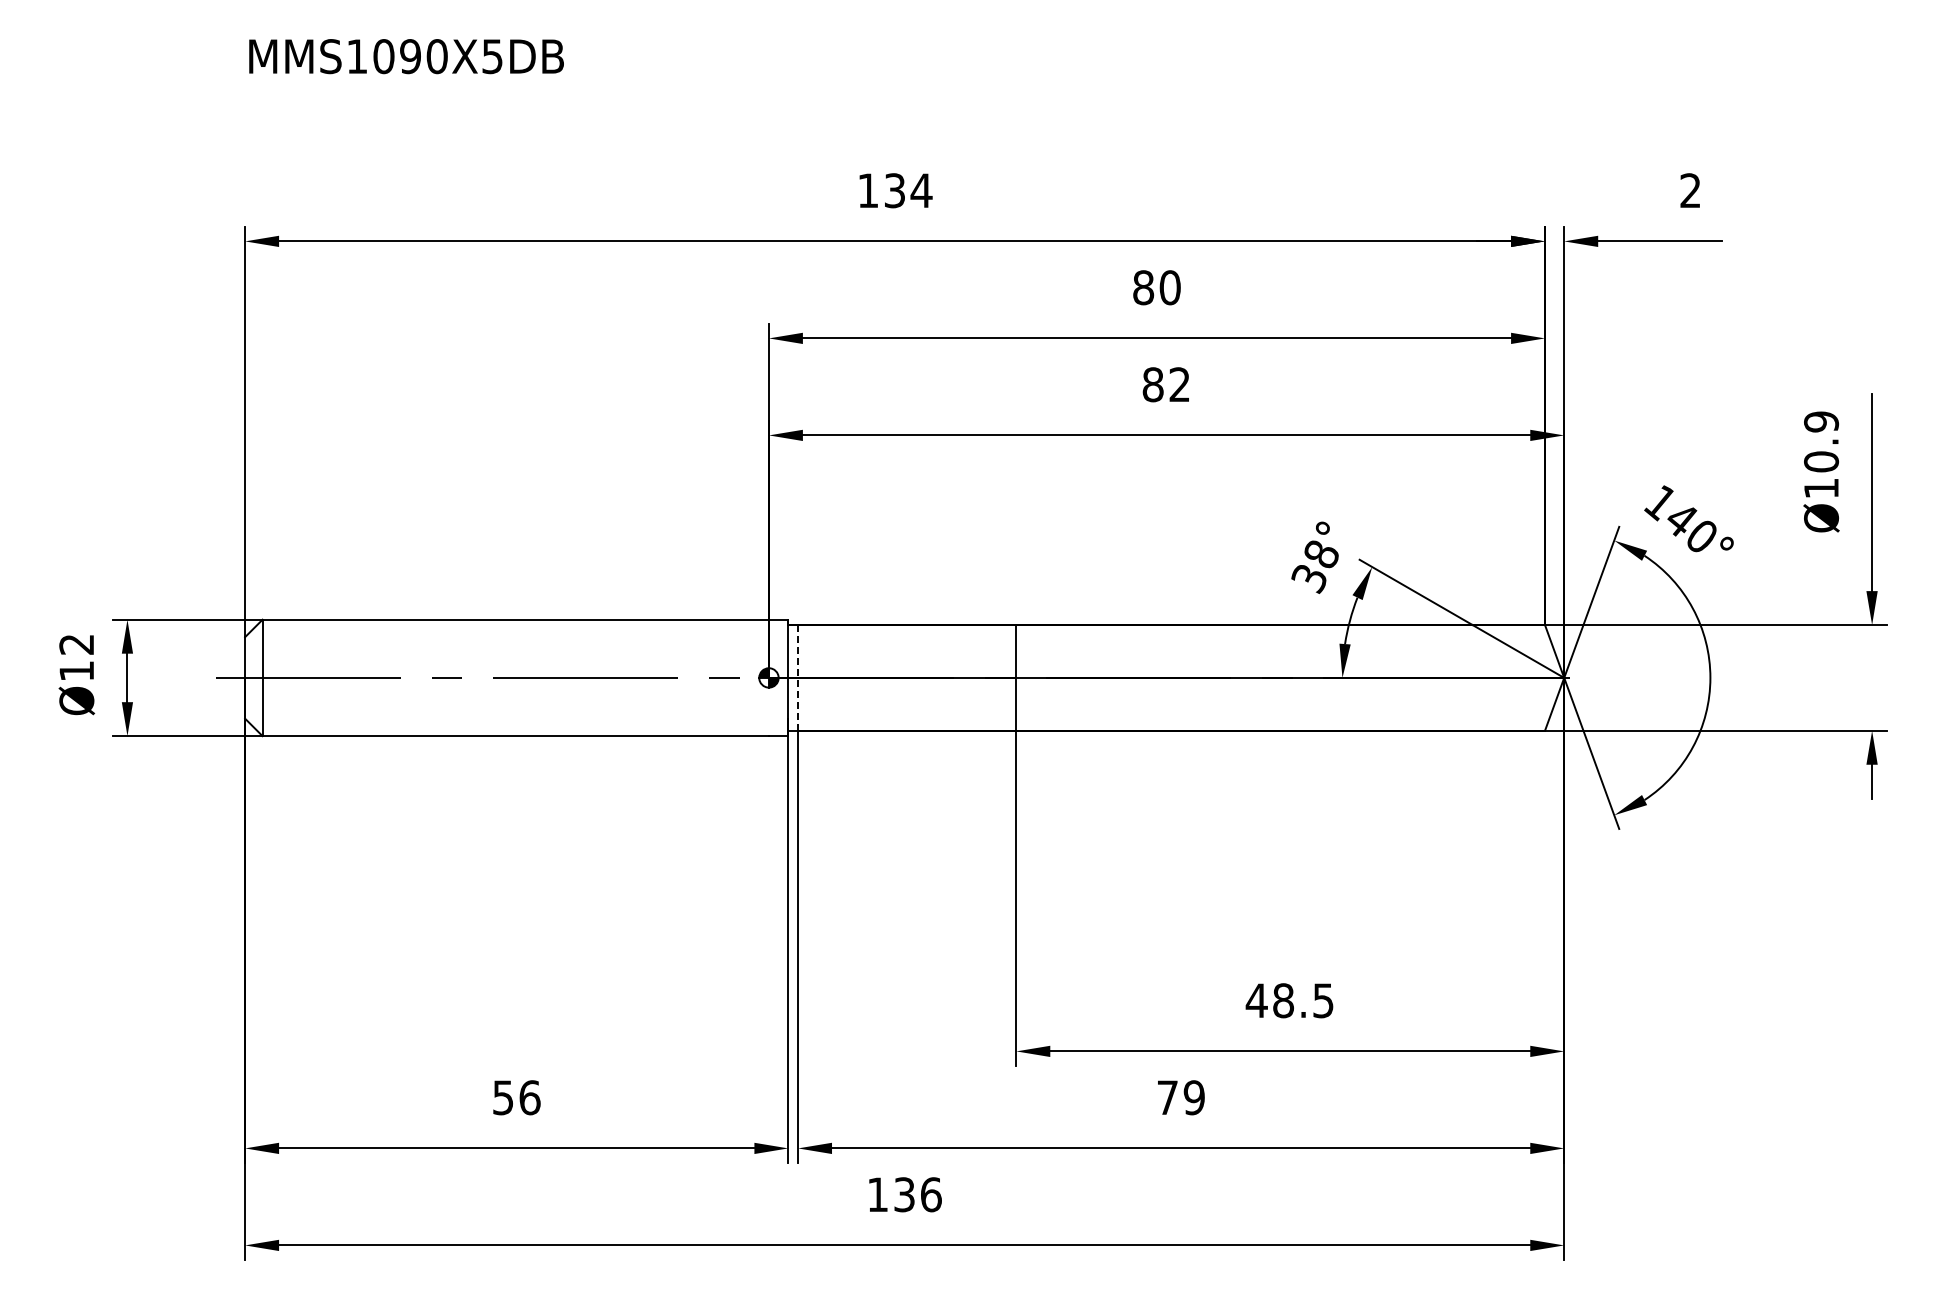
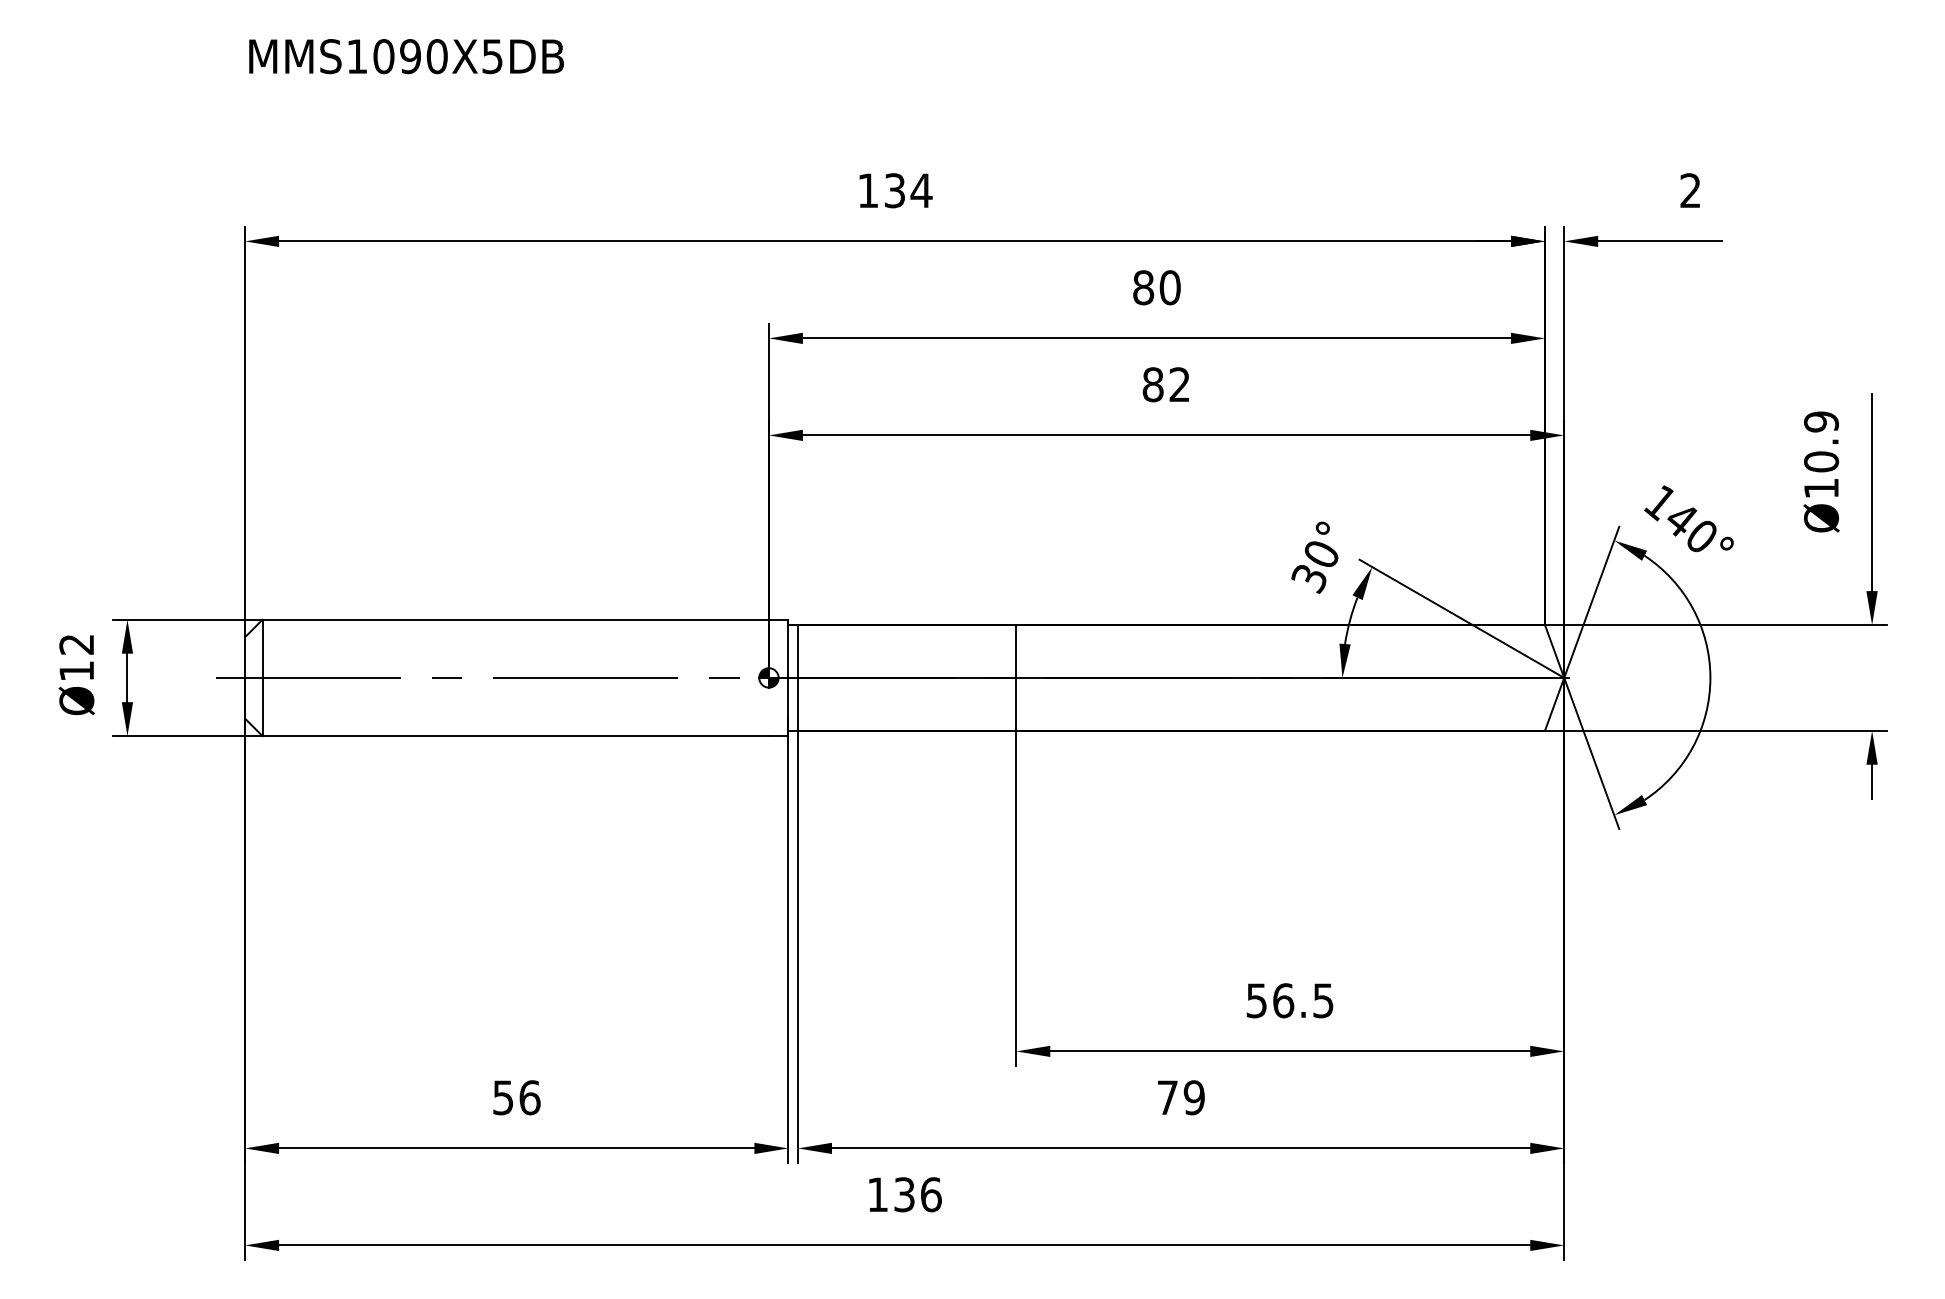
text at (1321, 554): 38° -> 30°
line at (798, 677): dashed -> solid
text at (1269, 1000): 48.5 -> 56.5
